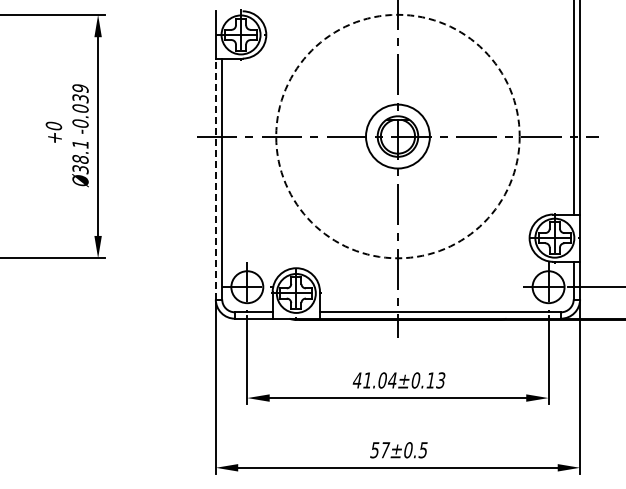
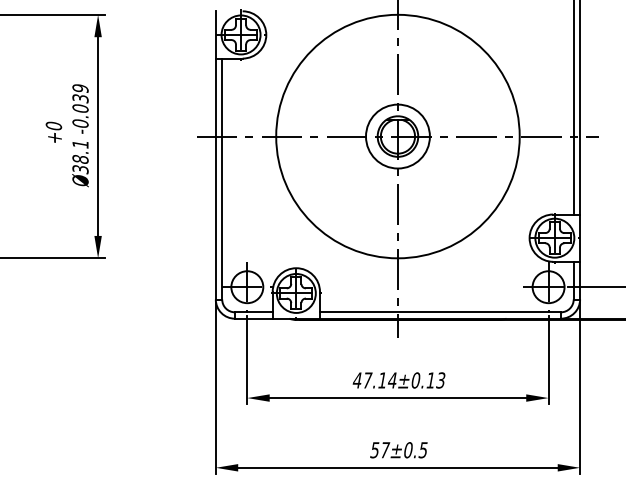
circle at (397, 136): dashed -> solid
line at (215, 178): dashed -> solid
text at (374, 380): 41.04±0.13 -> 47.14±0.13
